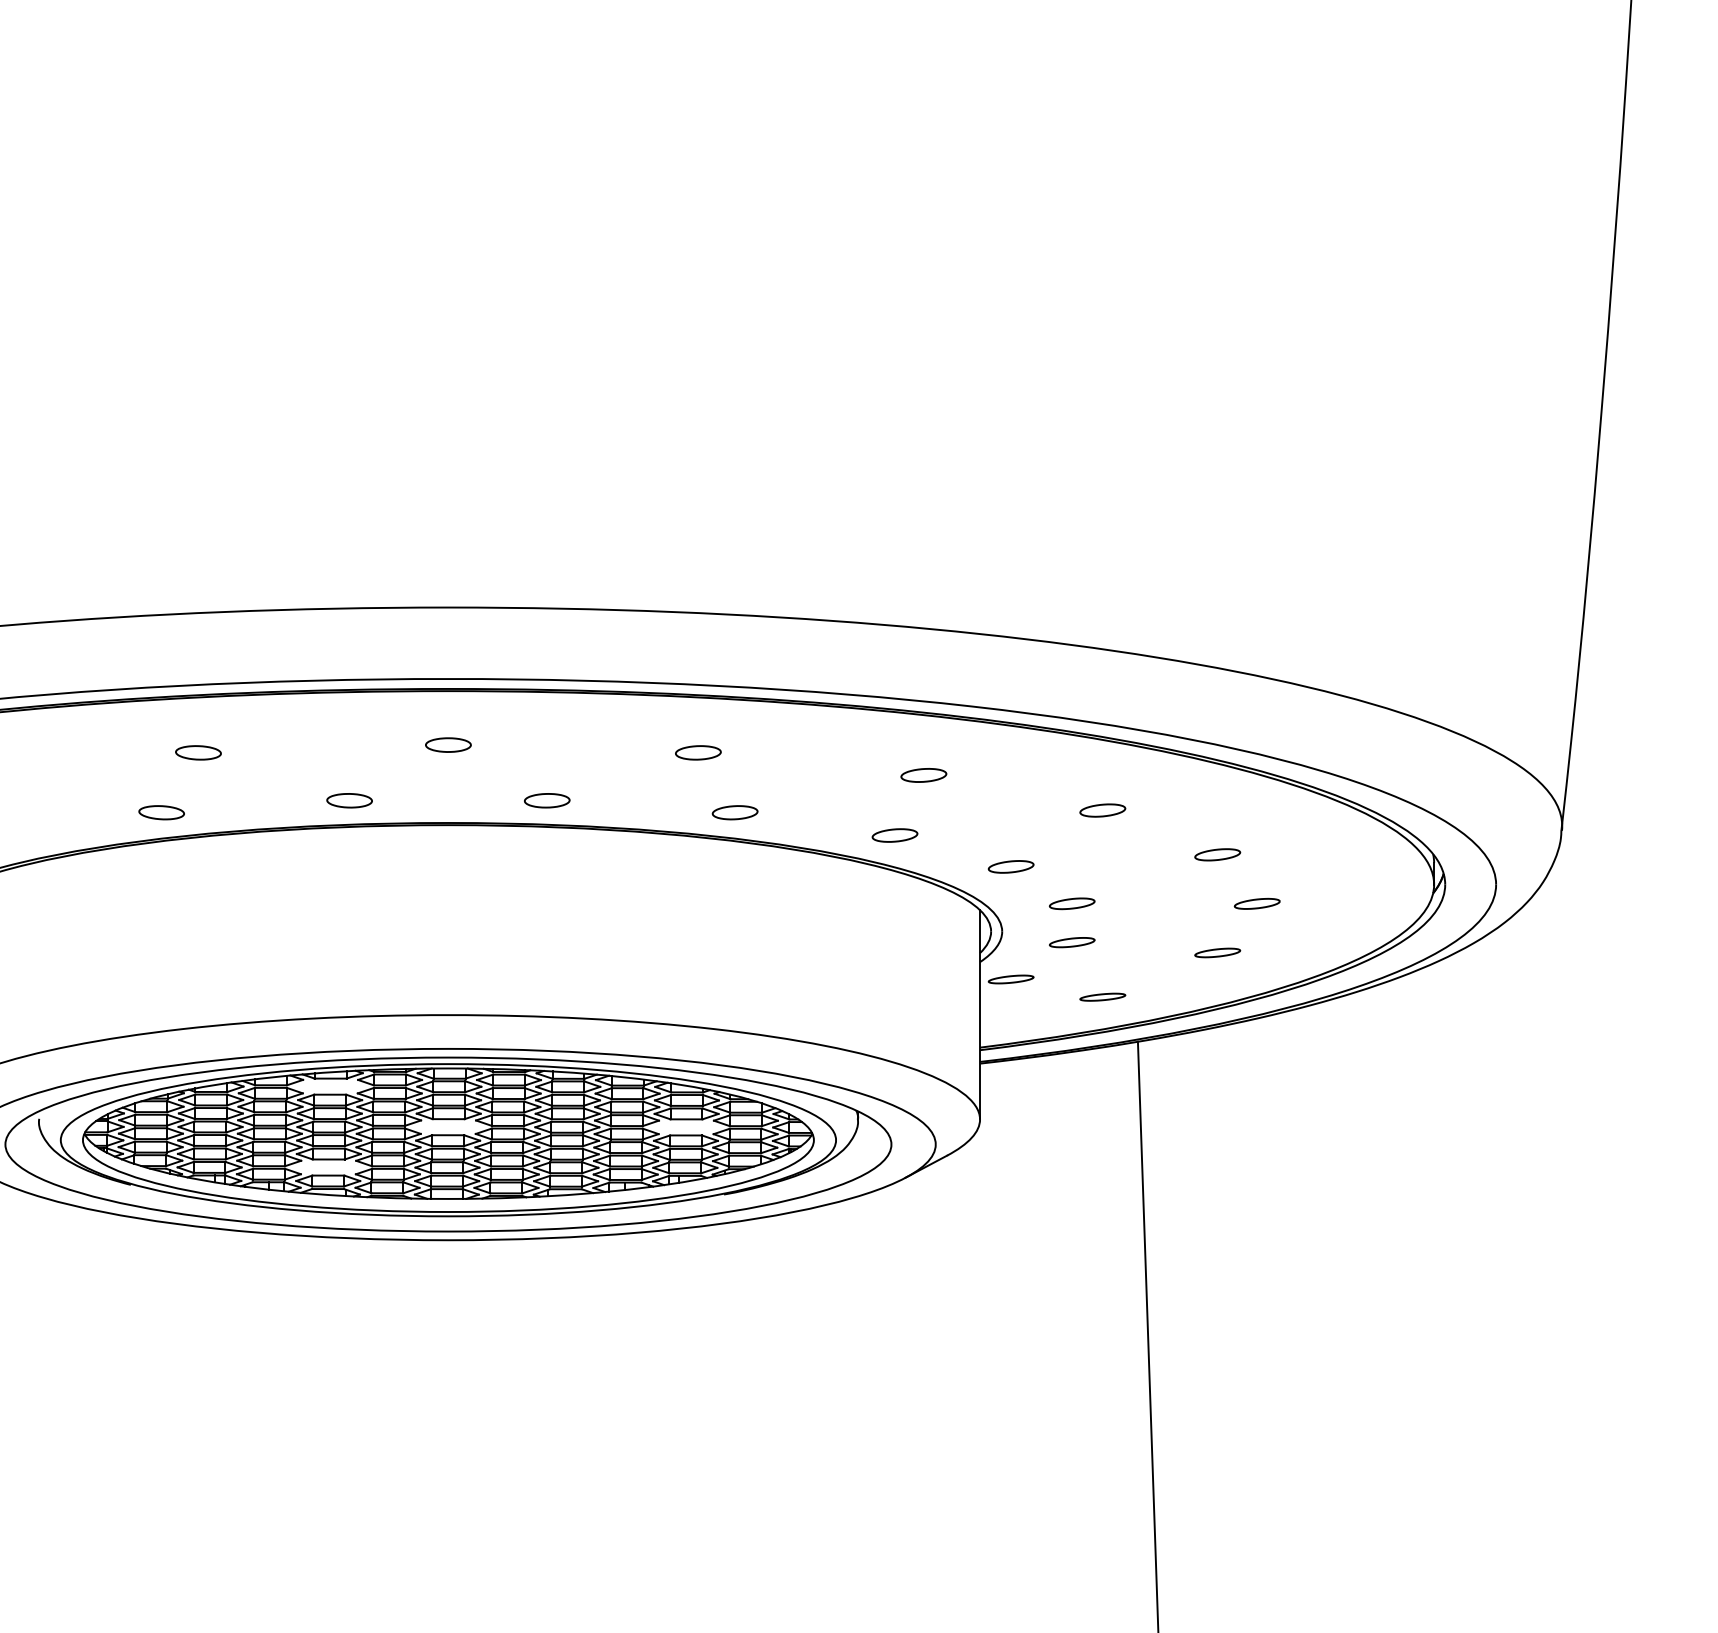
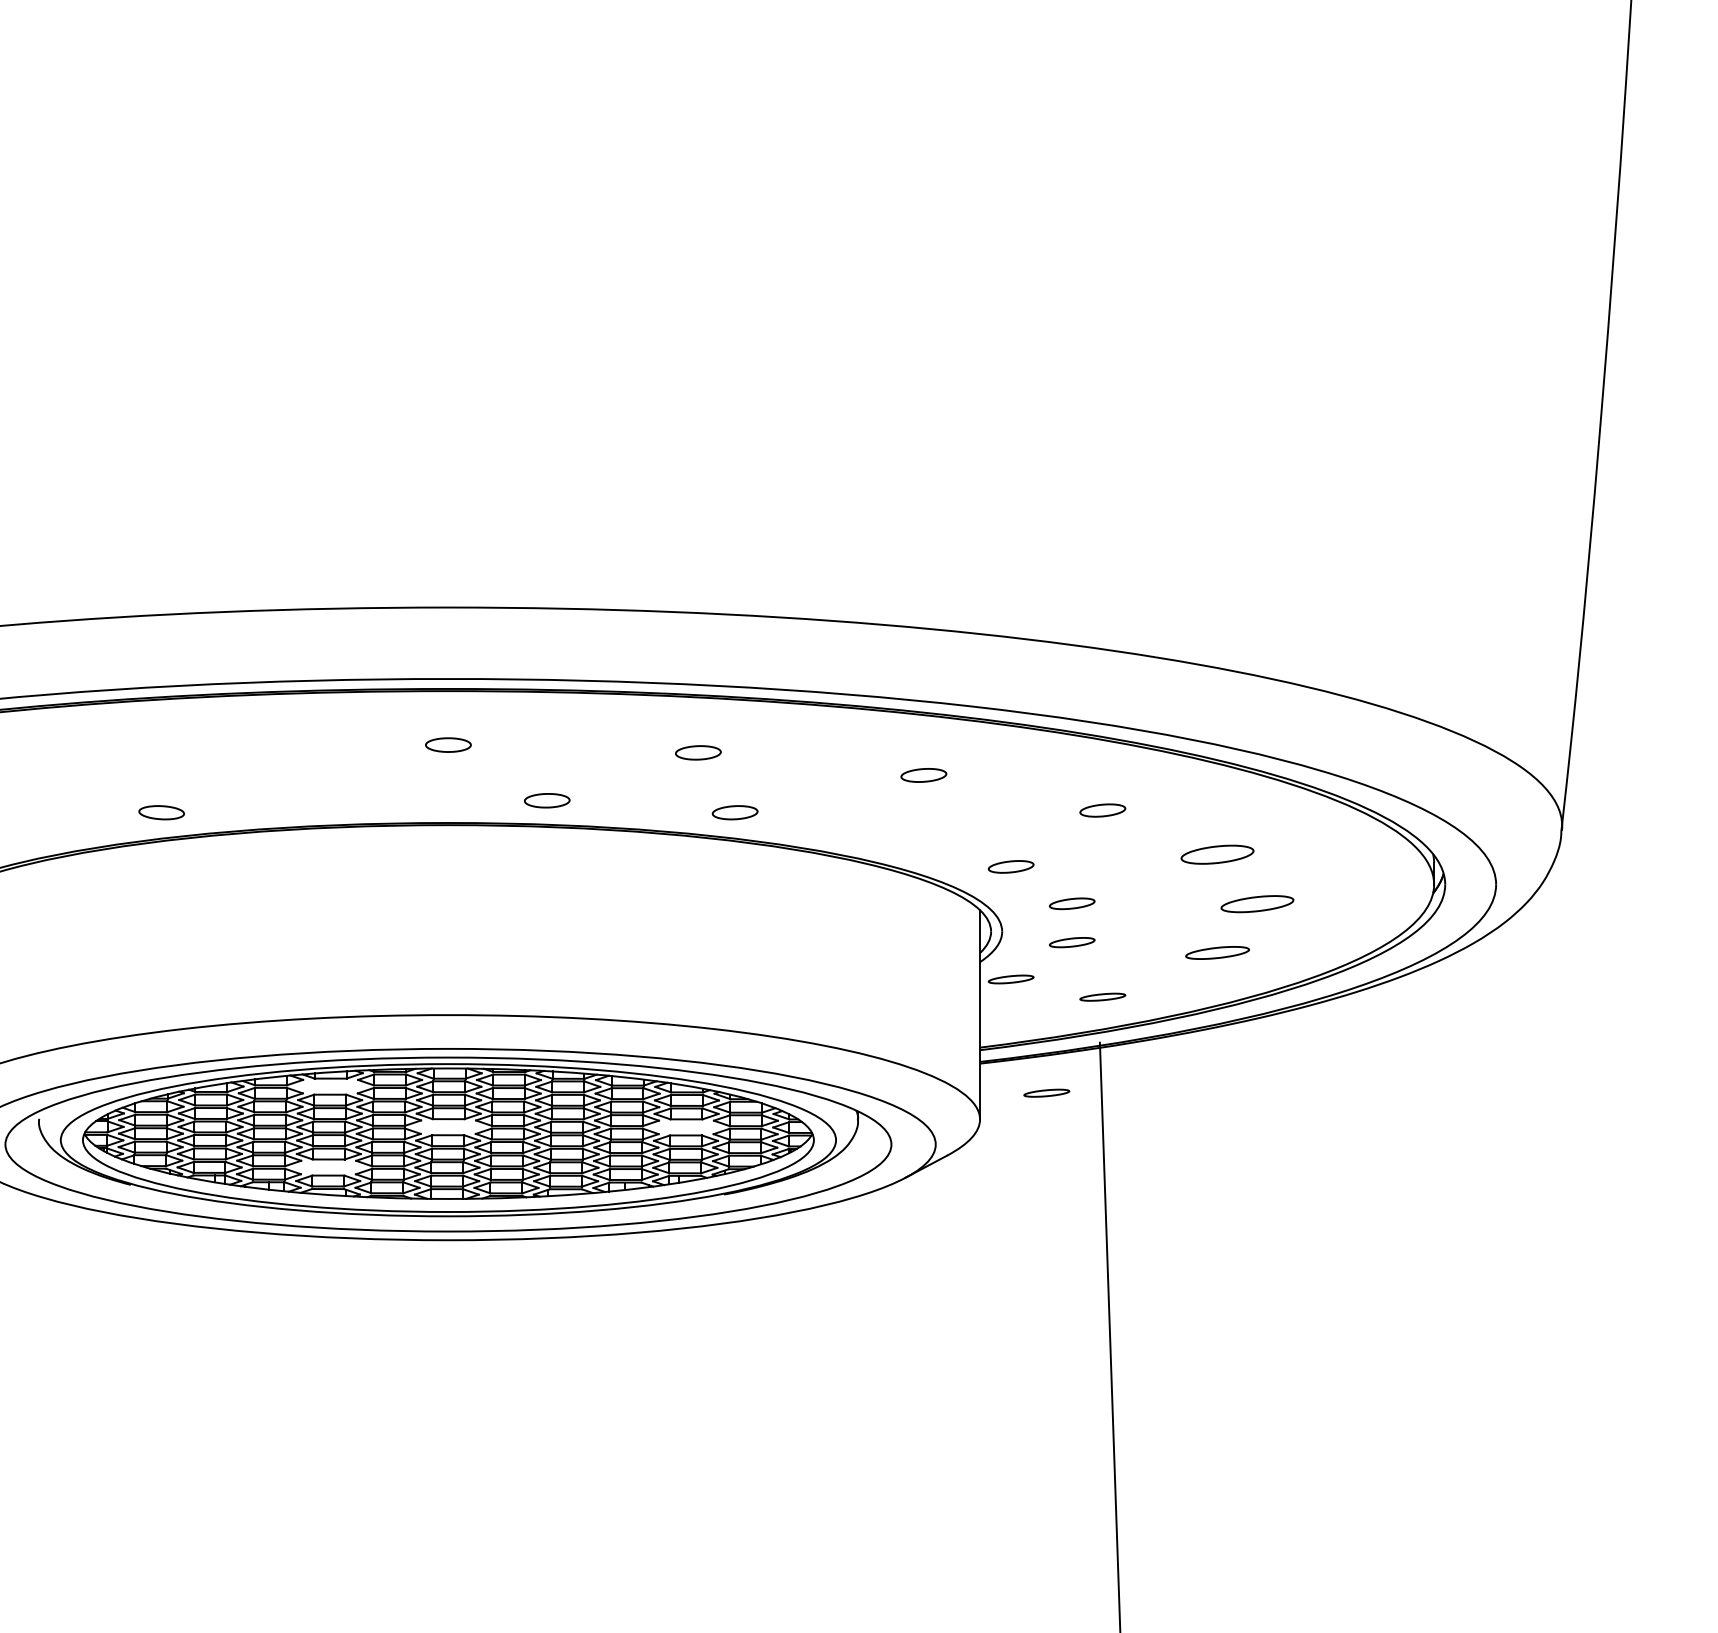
part at (198, 752): present -> none
part at (349, 800): present -> none
part at (894, 835): present -> none
part at (1217, 854) size: 48x14 px -> 75x21 px
part at (1256, 903) size: 48x13 px -> 75x19 px
part at (1217, 952) size: 48x12 px -> 65x14 px
part at (1046, 1092): none -> present
line at (1147, 1335) position: (1147, 1335) -> (1109, 1335)
